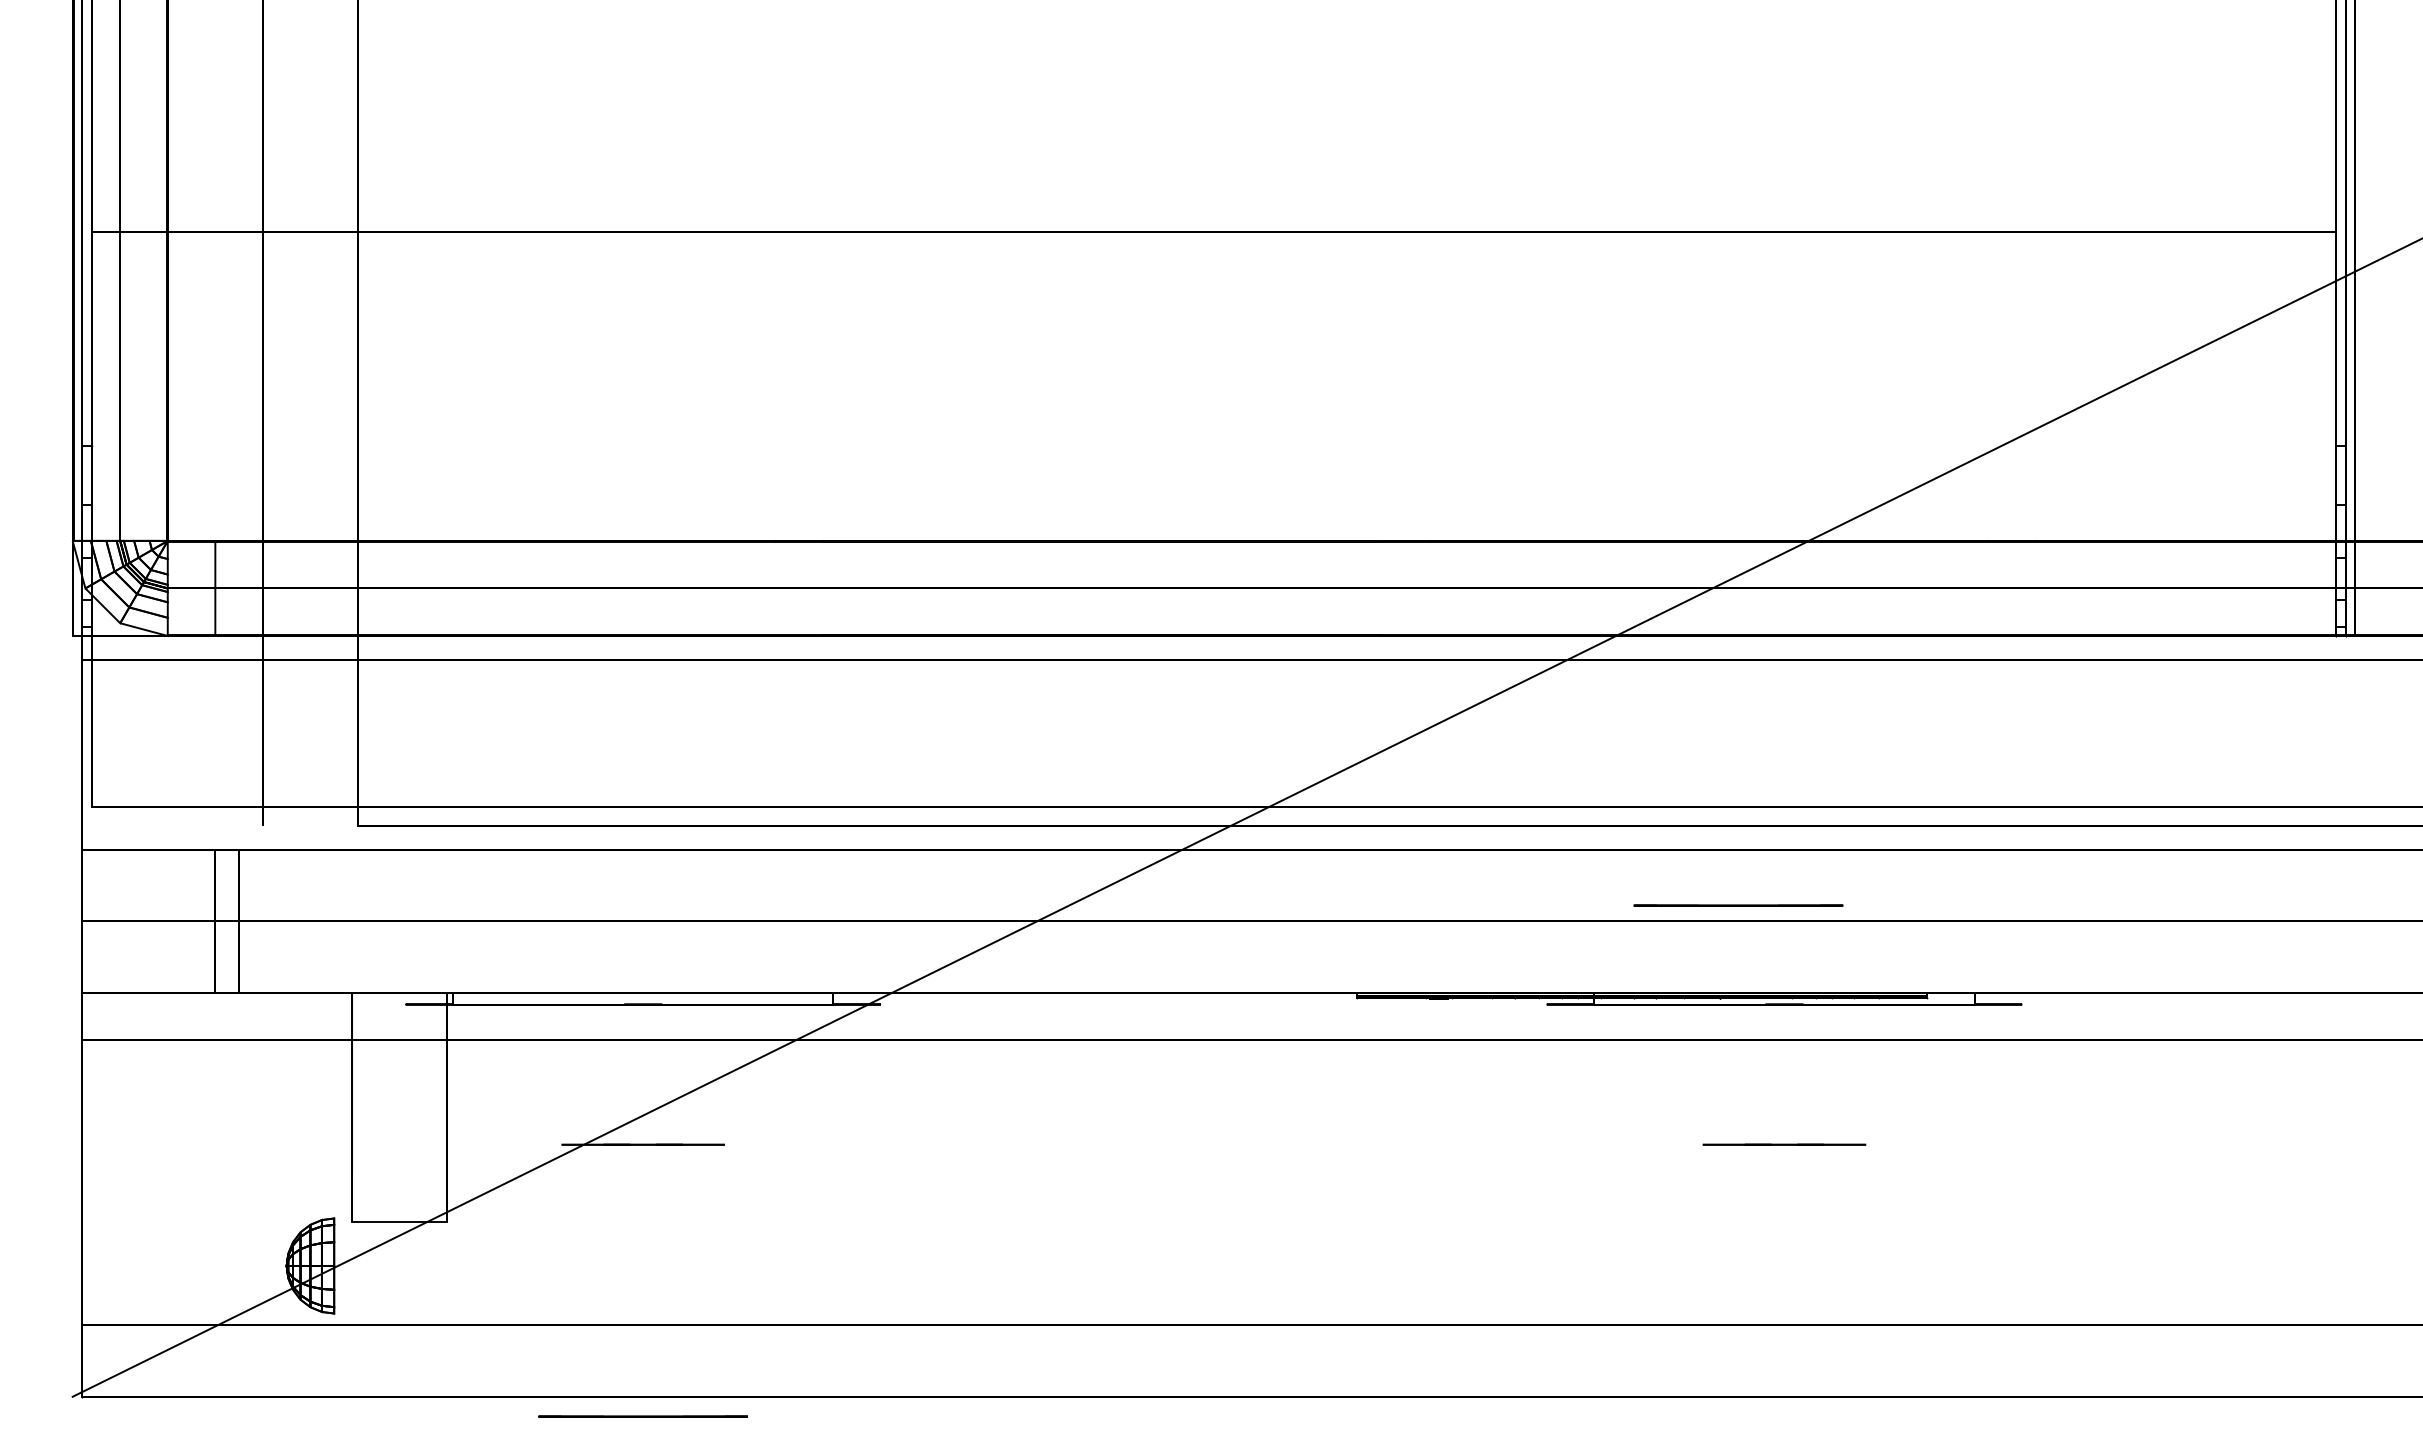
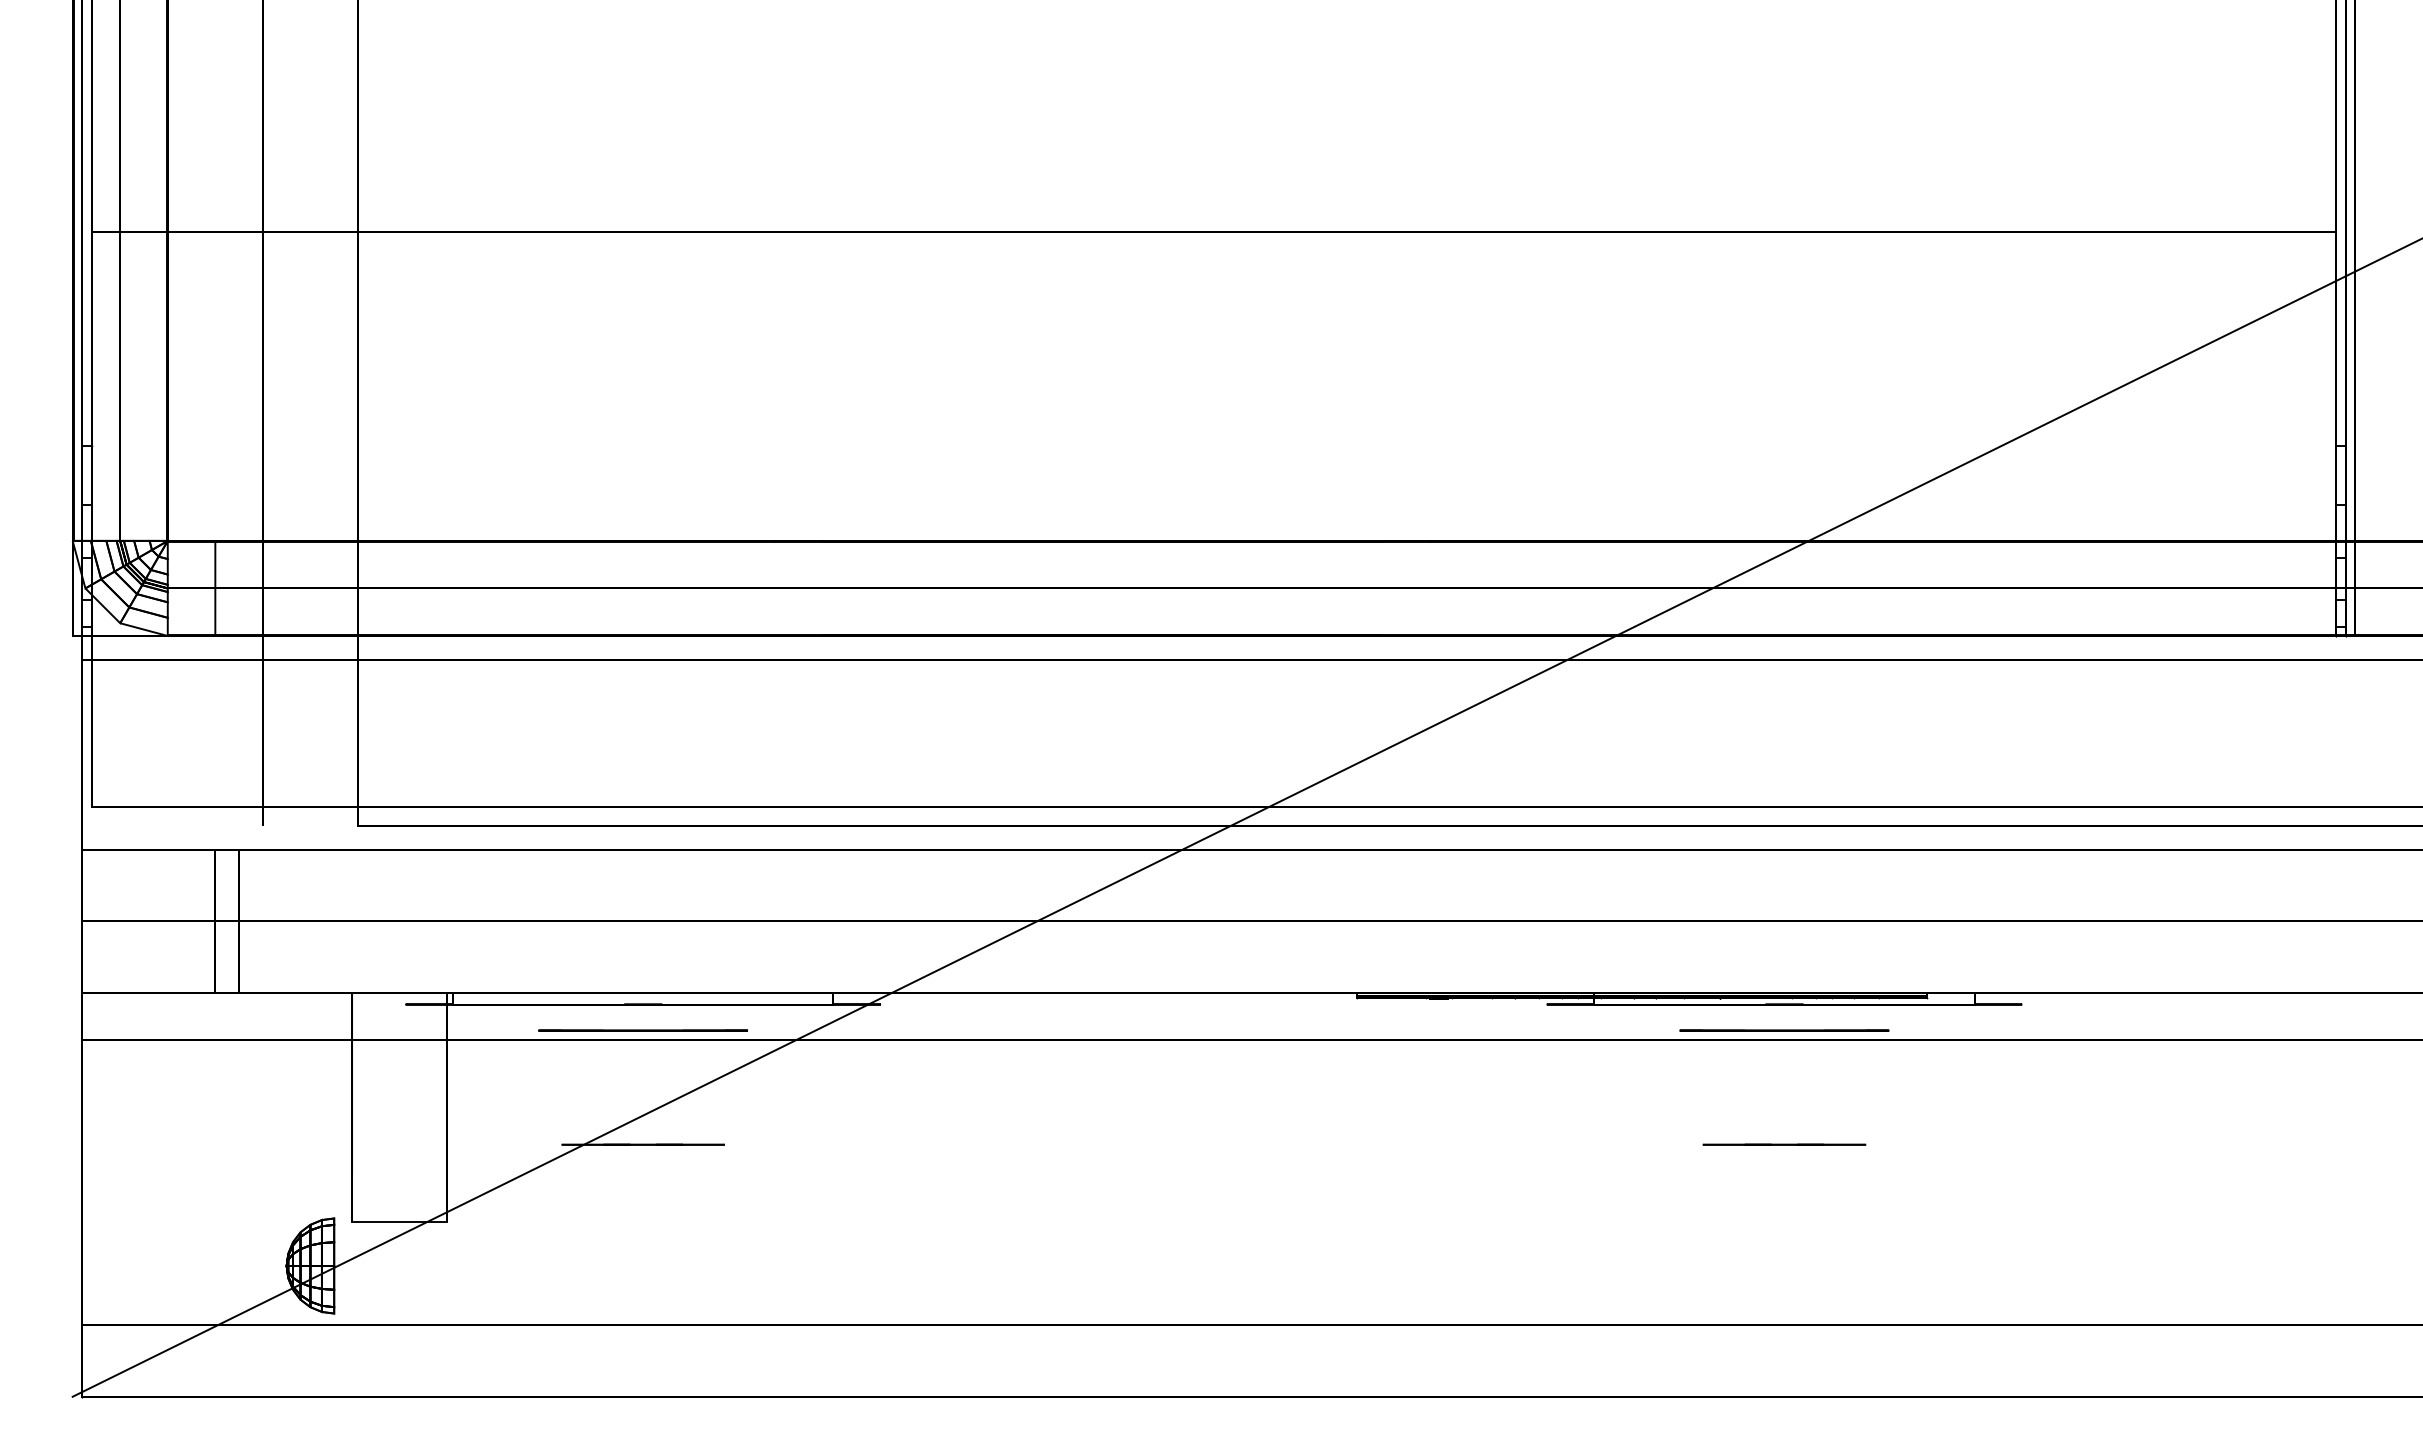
line at (1738, 905) position: (1738, 905) -> (1784, 1030)
line at (642, 1416) position: (642, 1416) -> (642, 1030)
